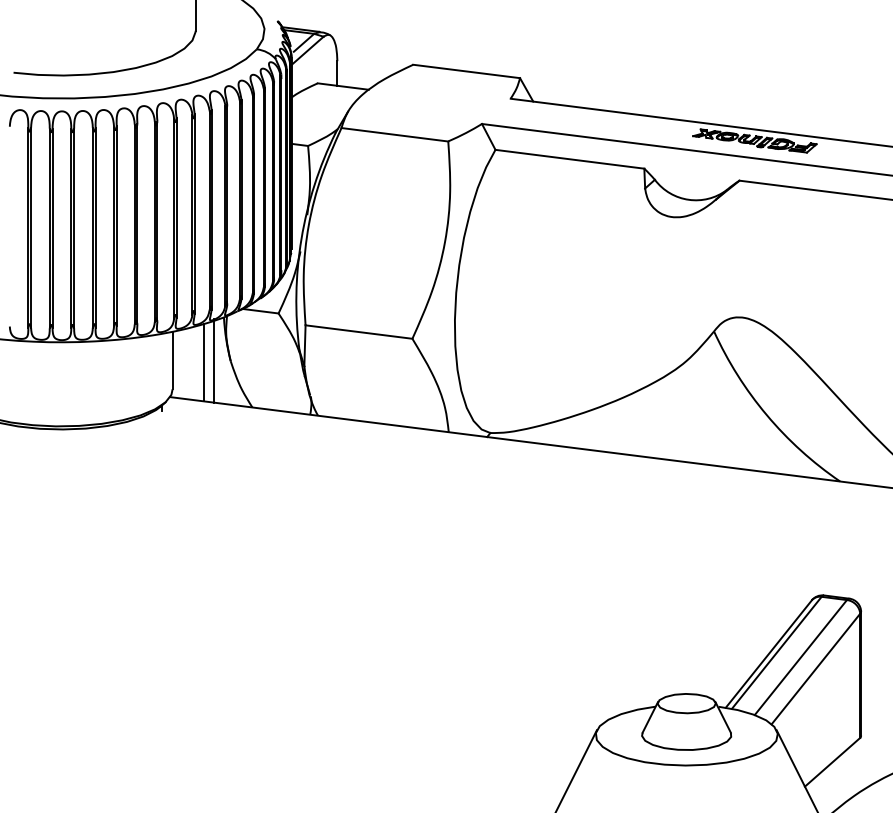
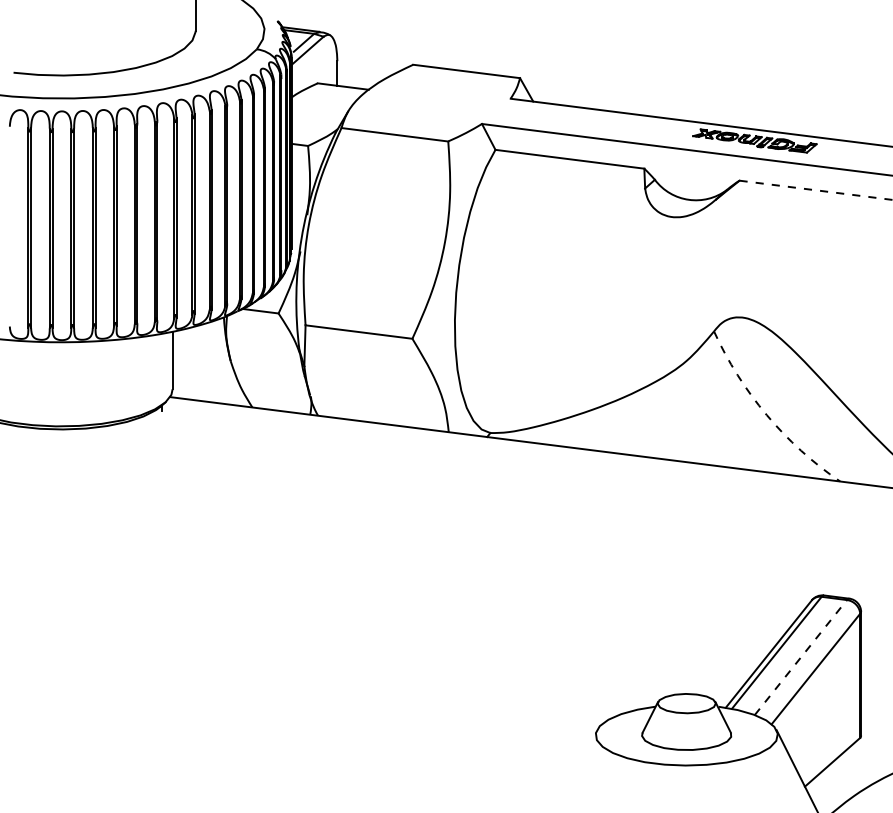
line at (815, 190): solid -> dashed
line at (214, 360): present -> none
line at (204, 362): present -> none
arc at (766, 415): solid -> dashed
line at (800, 657): solid -> dashed
line at (576, 769): present -> none
